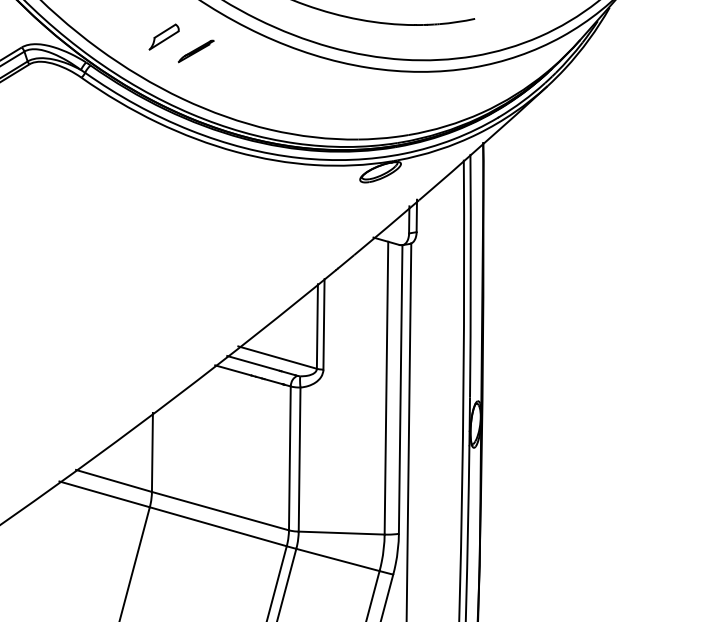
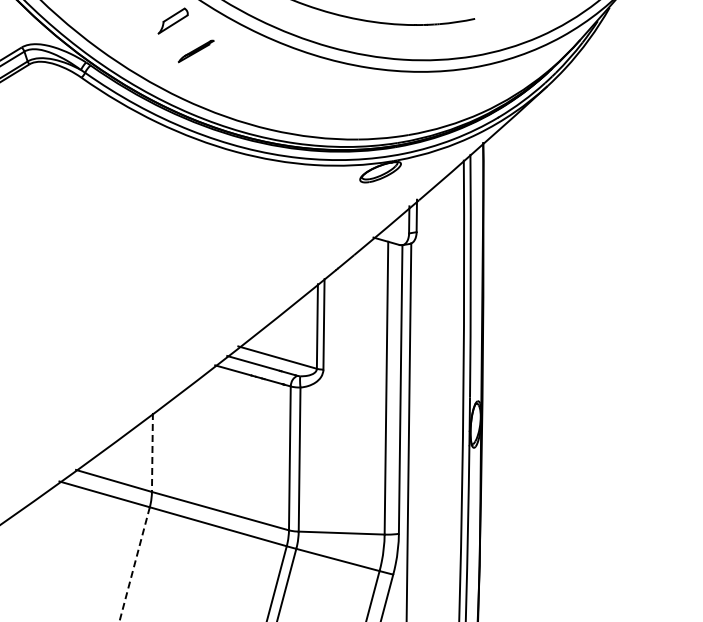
part at (163, 36) position: (163, 36) -> (172, 20)
line at (152, 452): solid -> dashed
line at (134, 564): solid -> dashed
